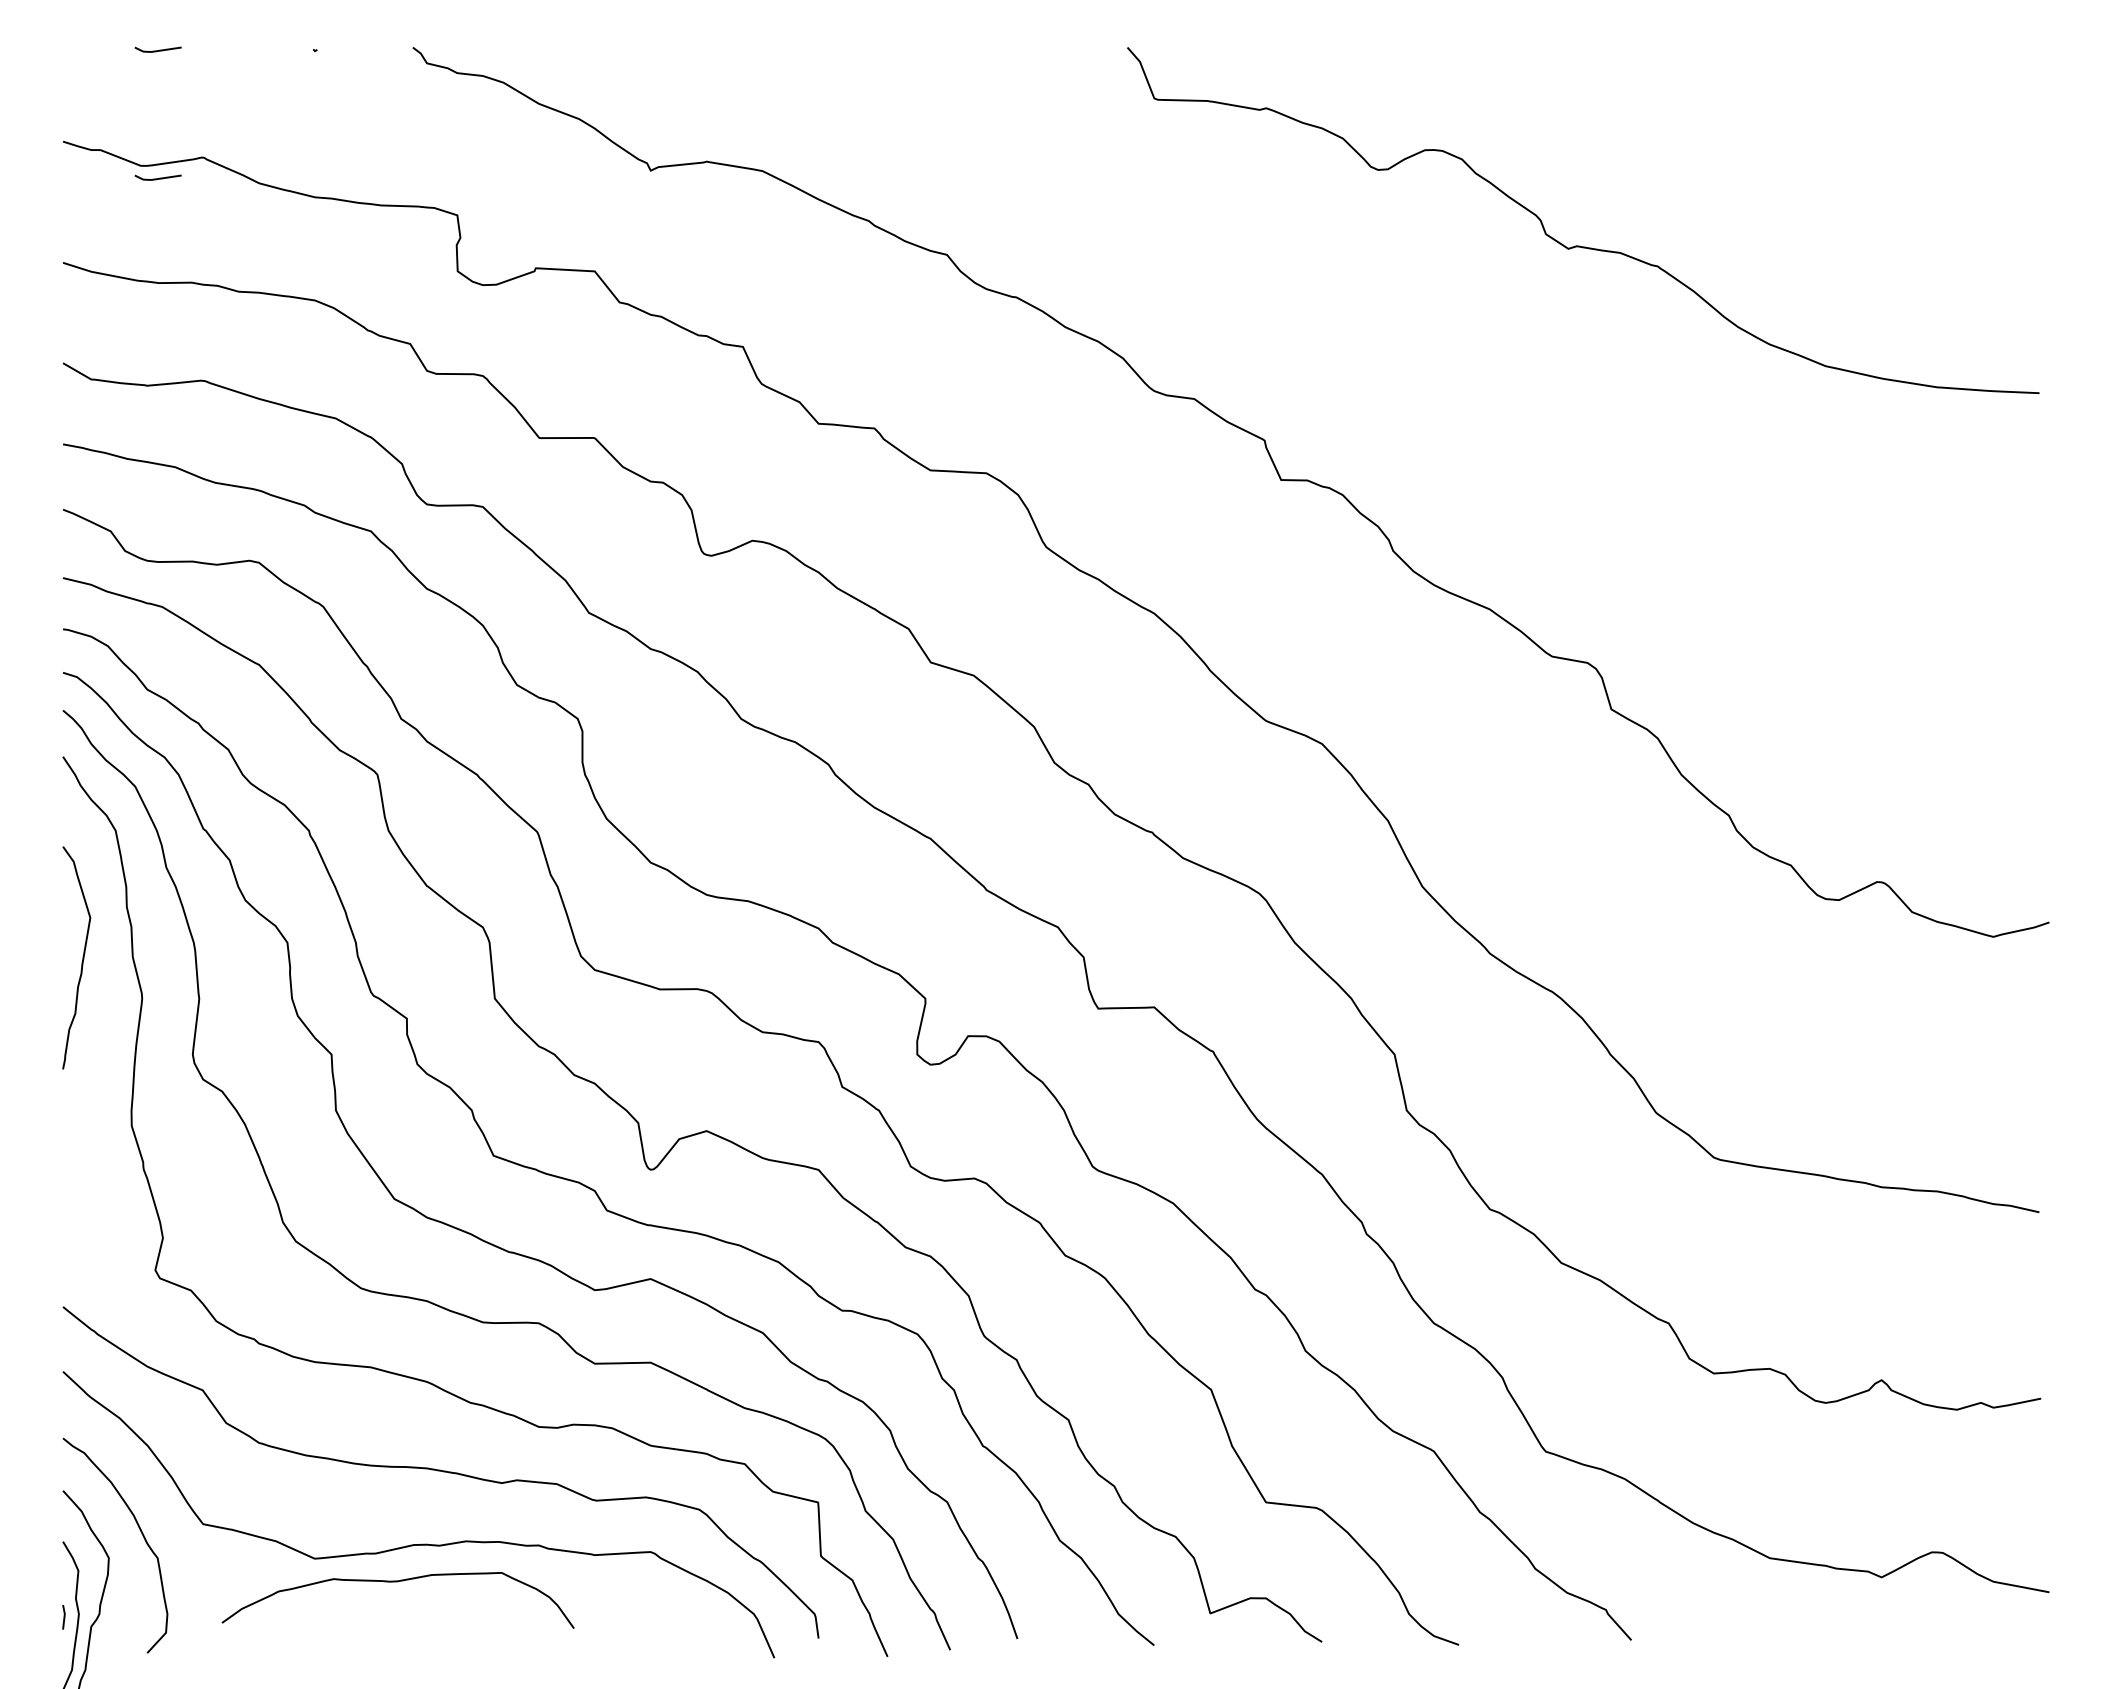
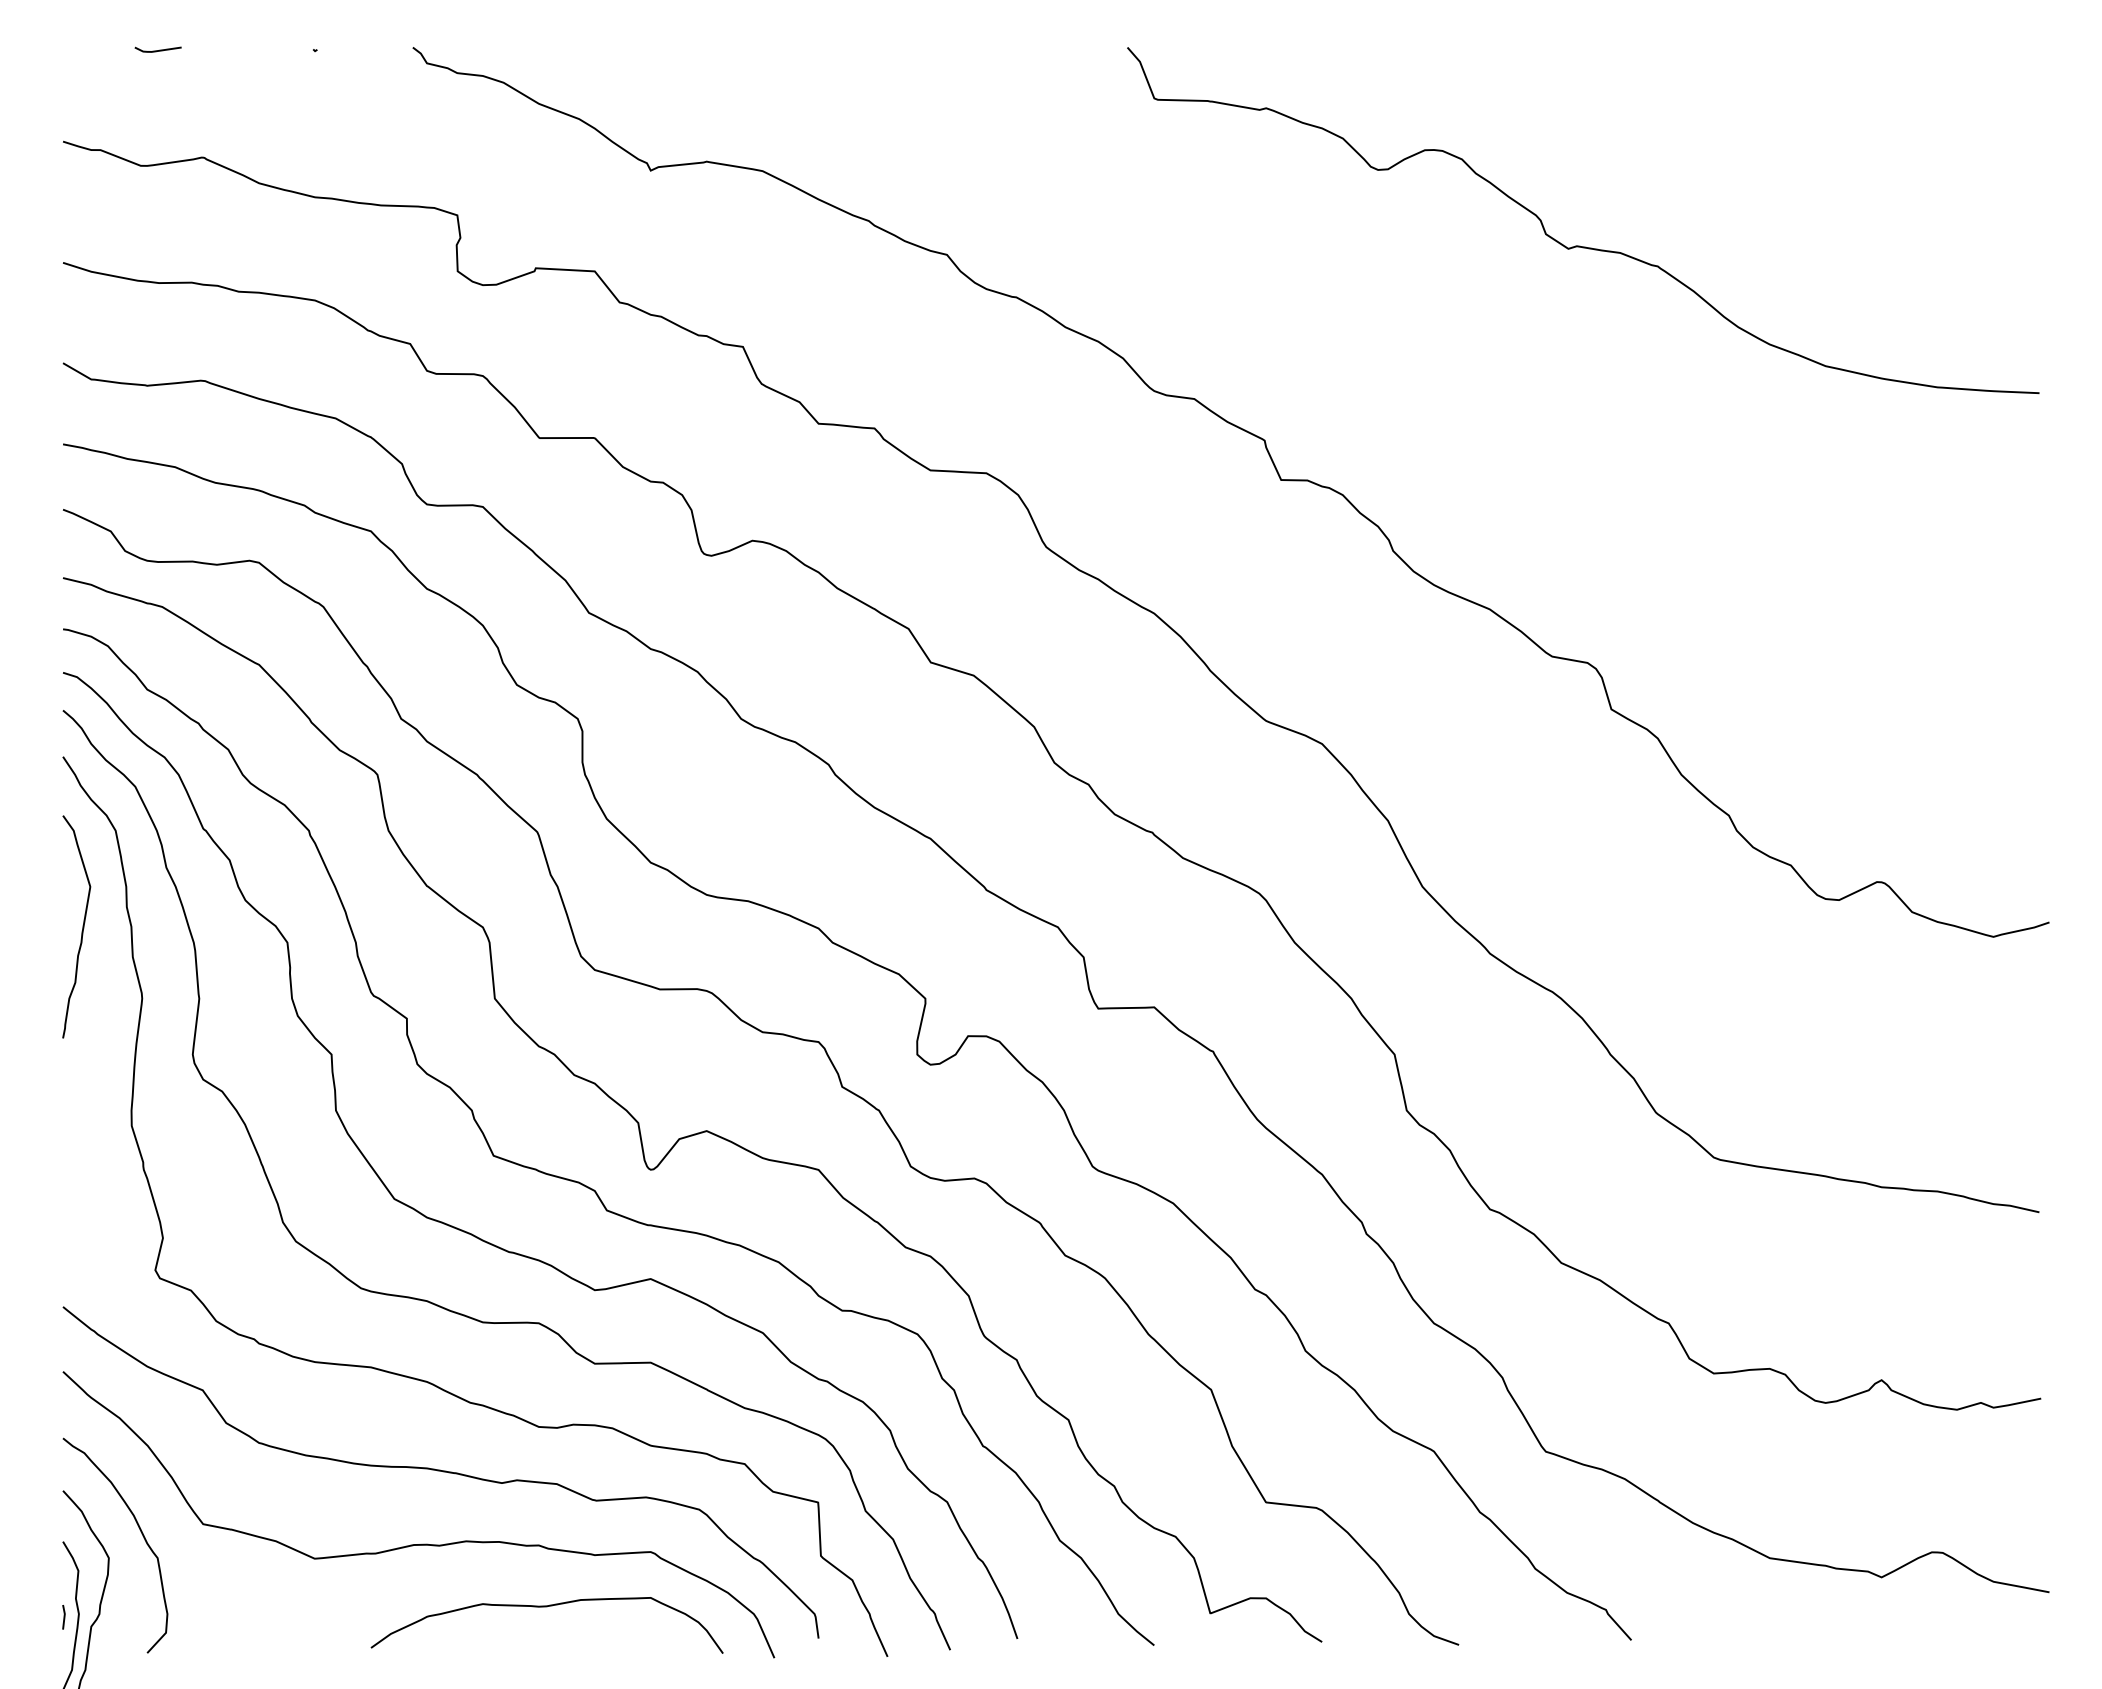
line at (157, 178): present -> none
curve at (82, 957) position: (82, 957) -> (82, 926)
curve at (397, 1582) position: (397, 1582) -> (546, 1607)
